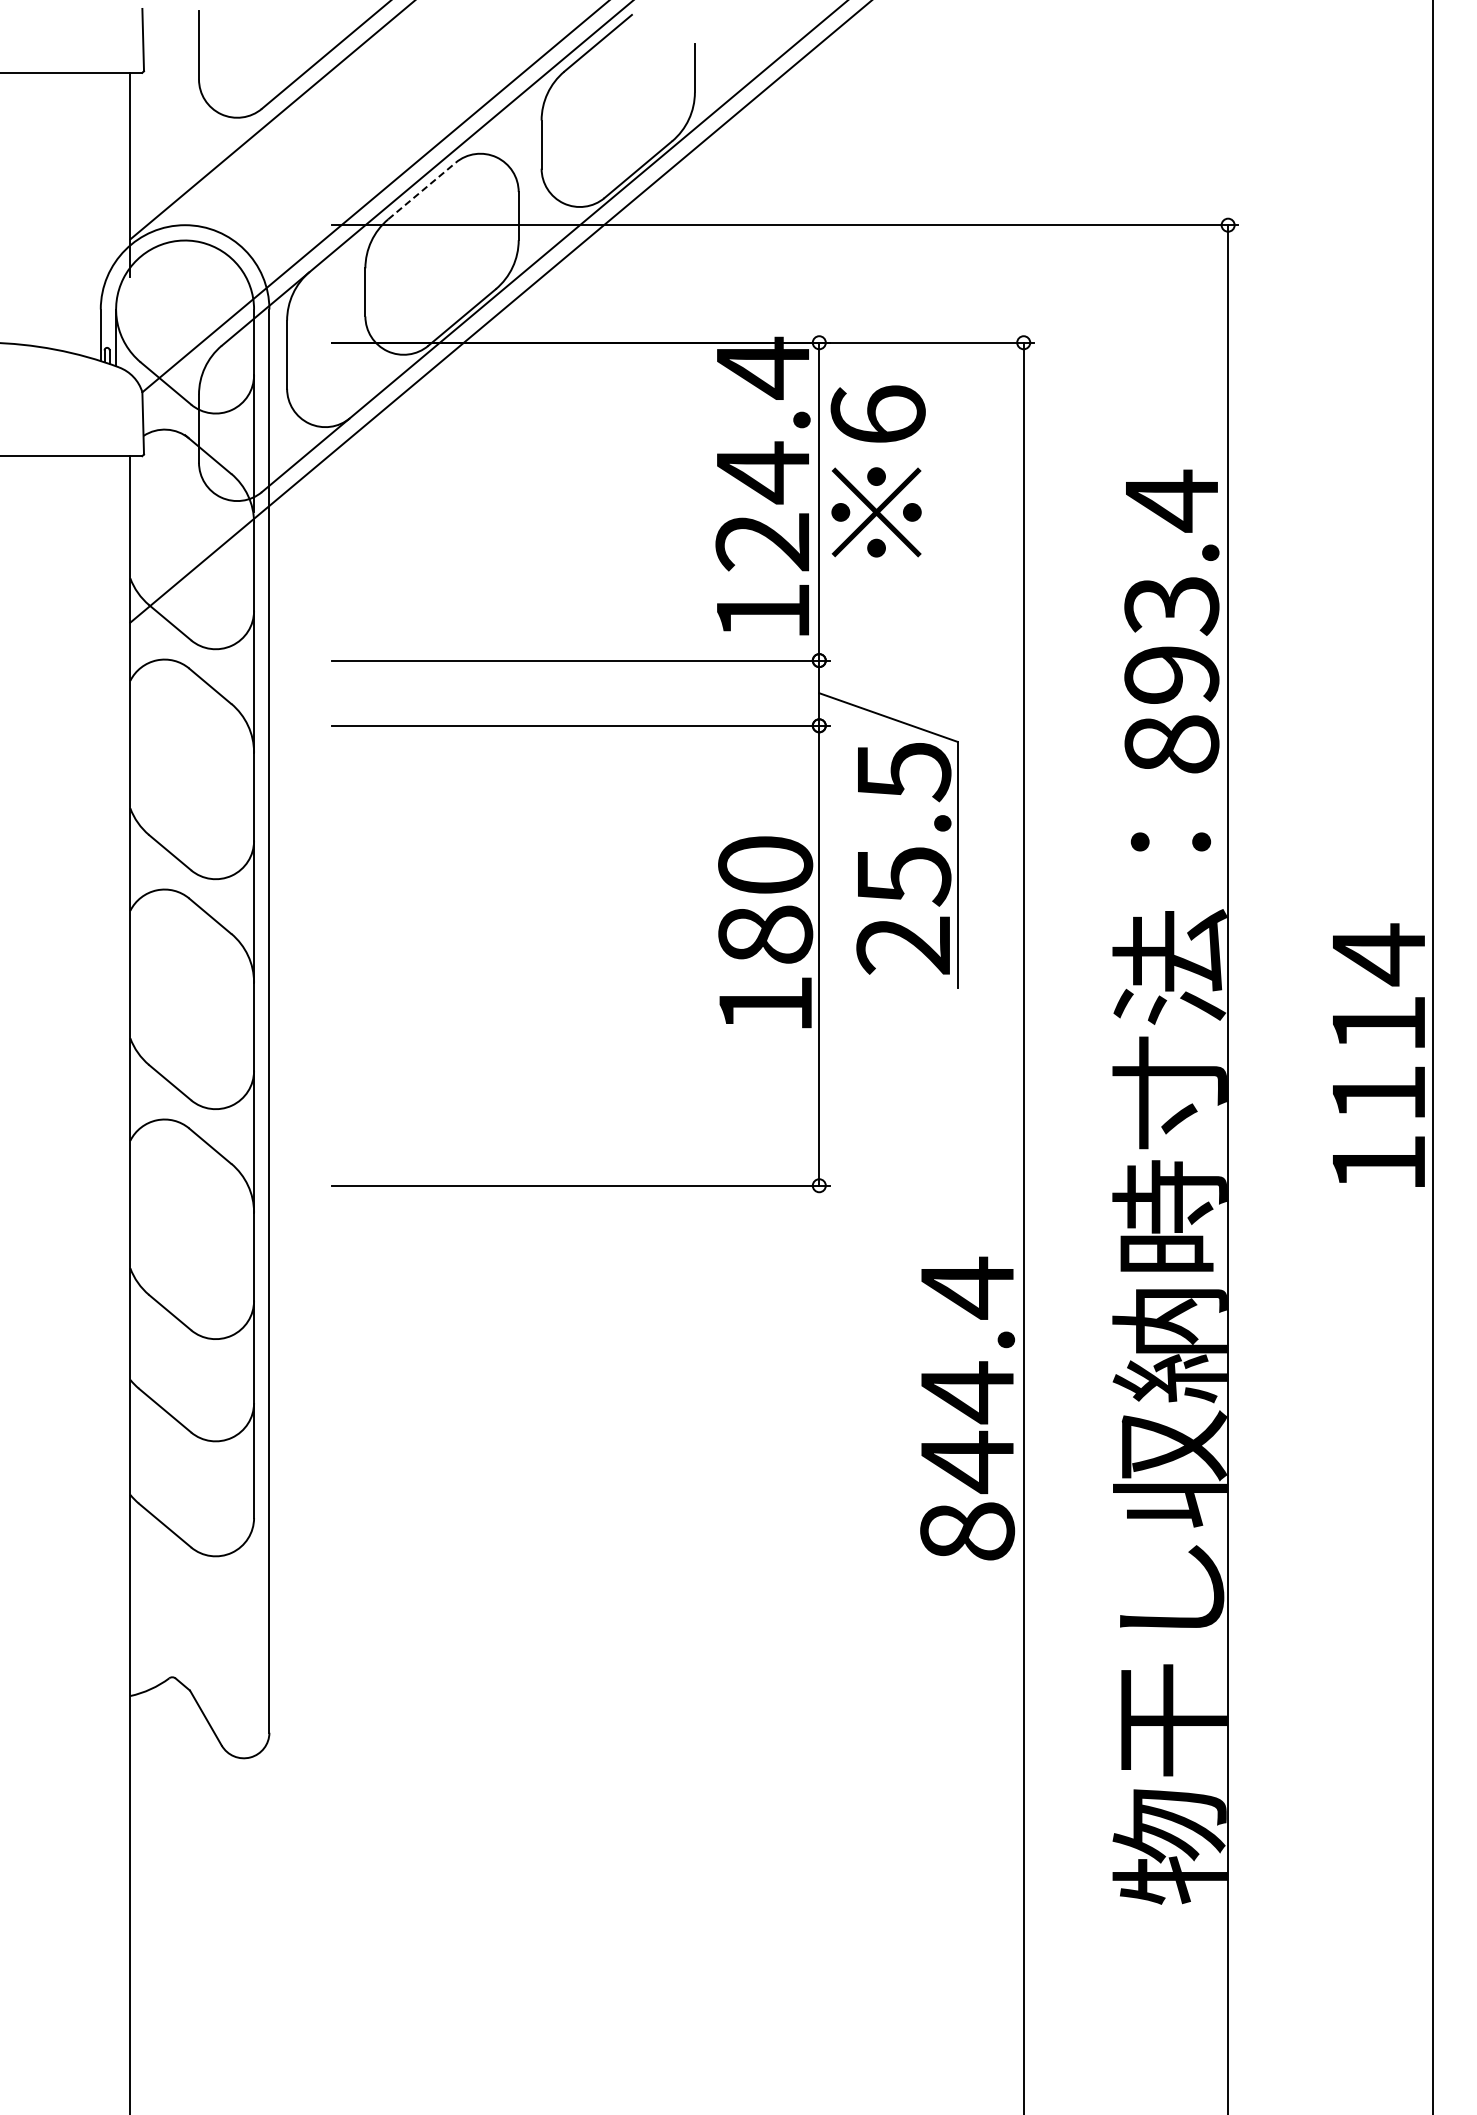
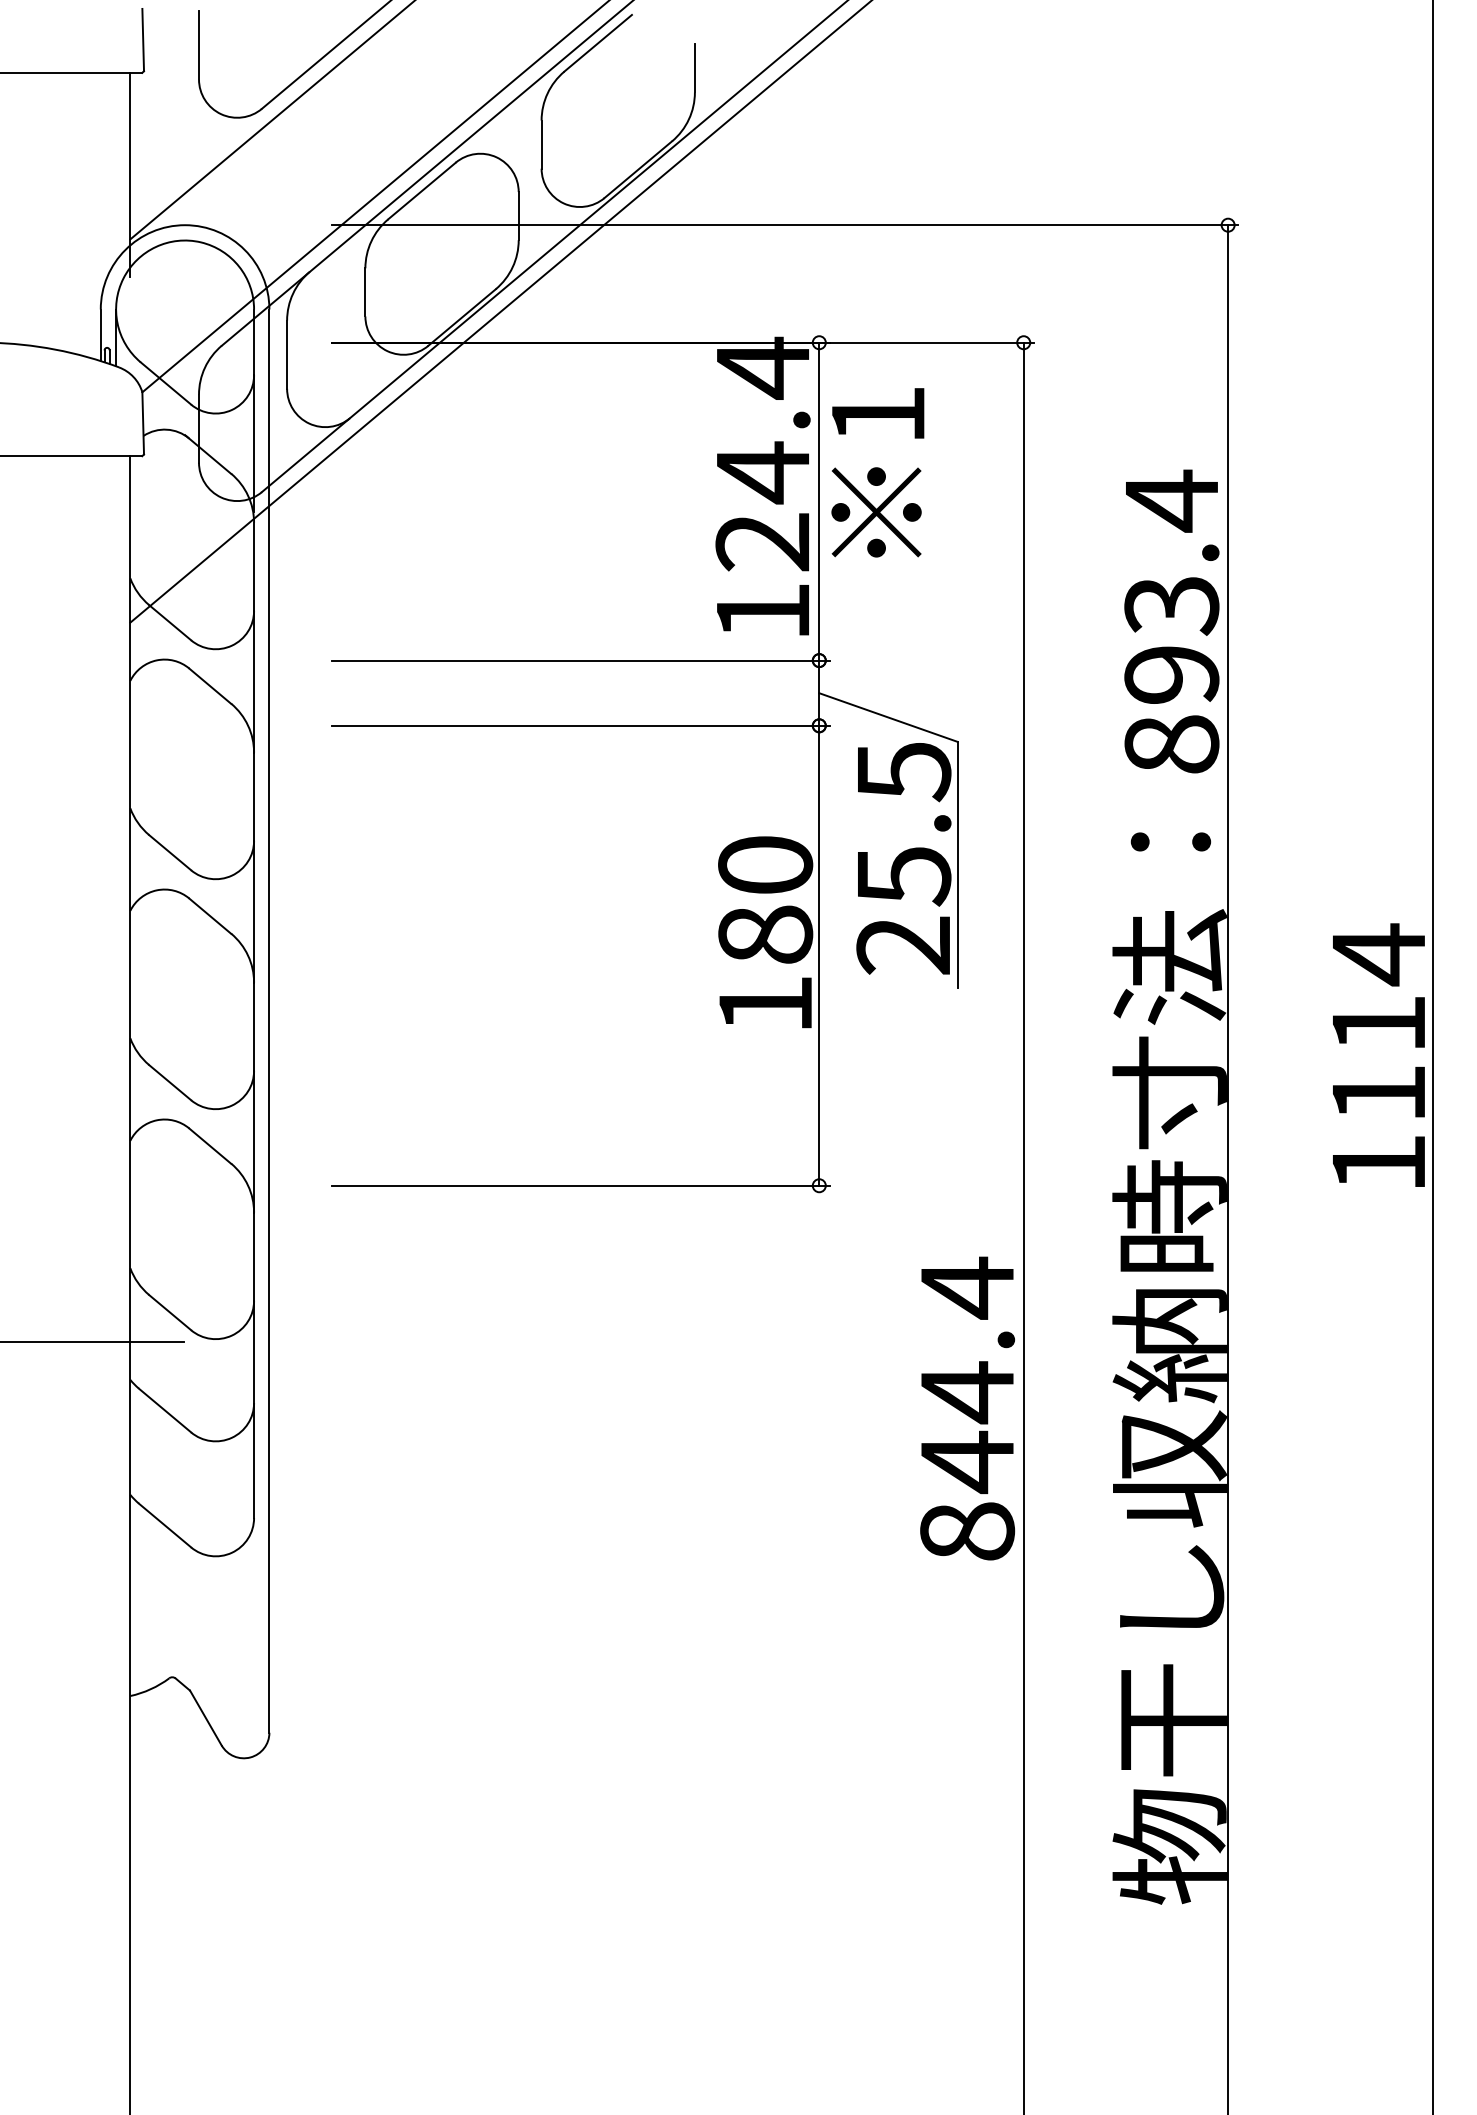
line at (422, 190): dashed -> solid
text at (877, 413): 6 -> 1
line at (92, 1341): none -> present
